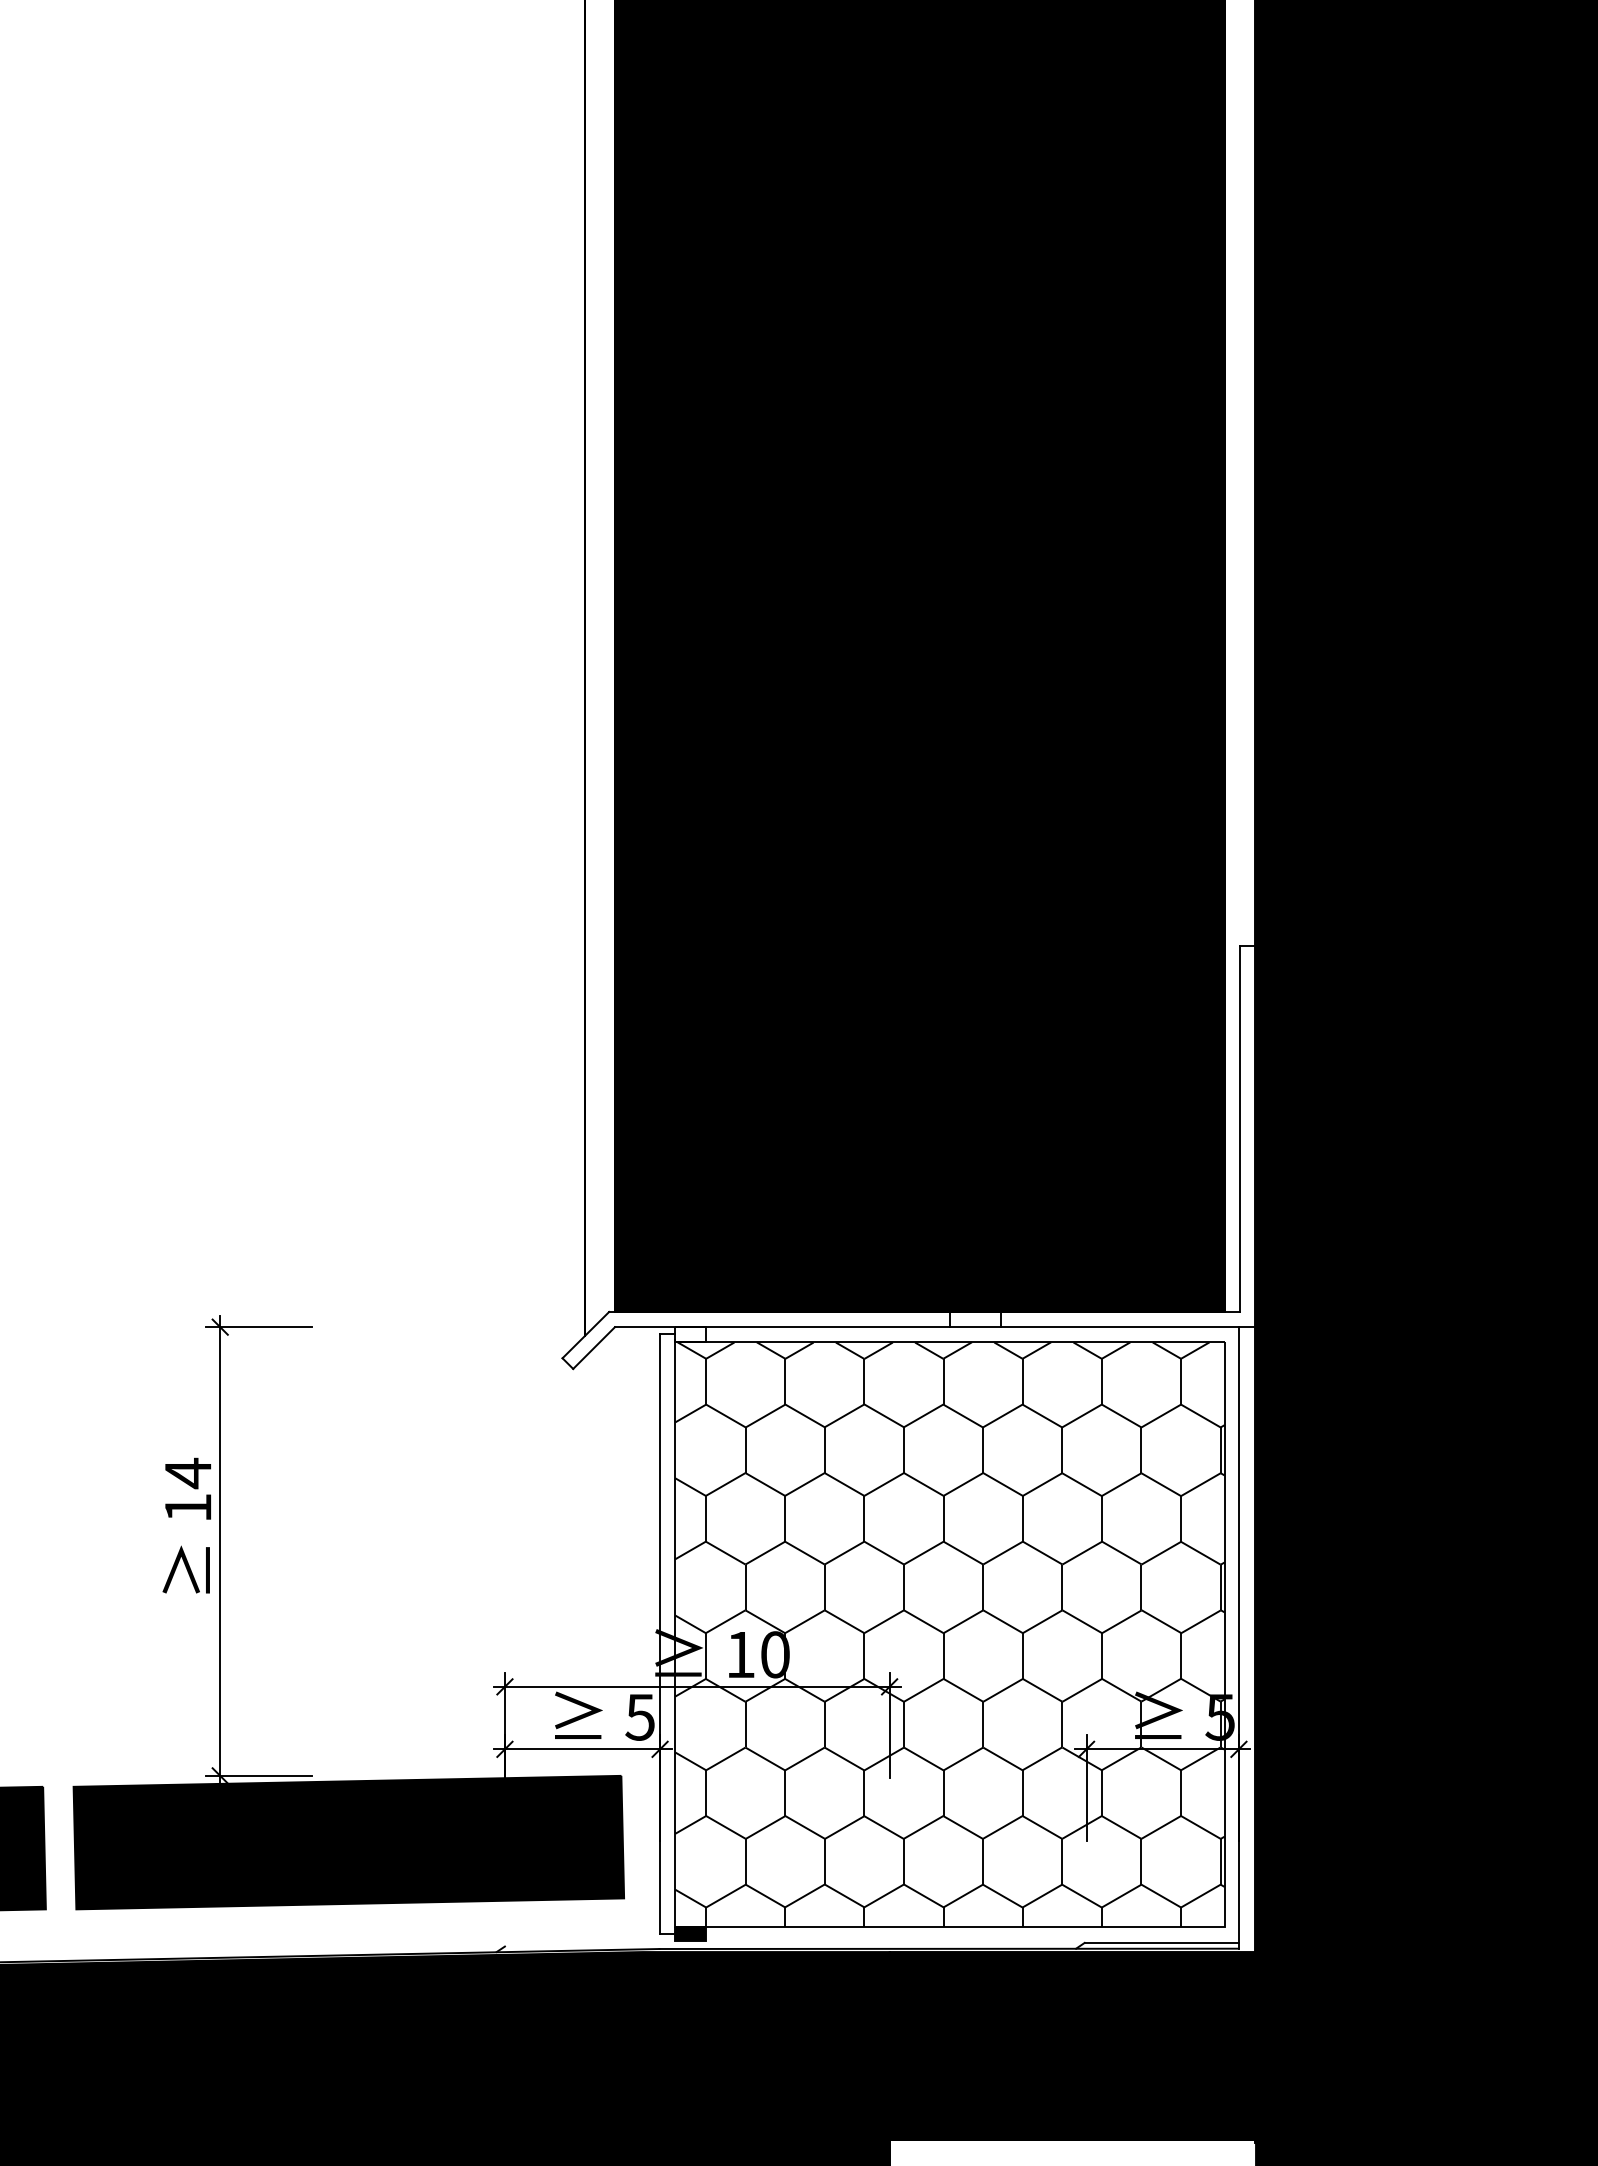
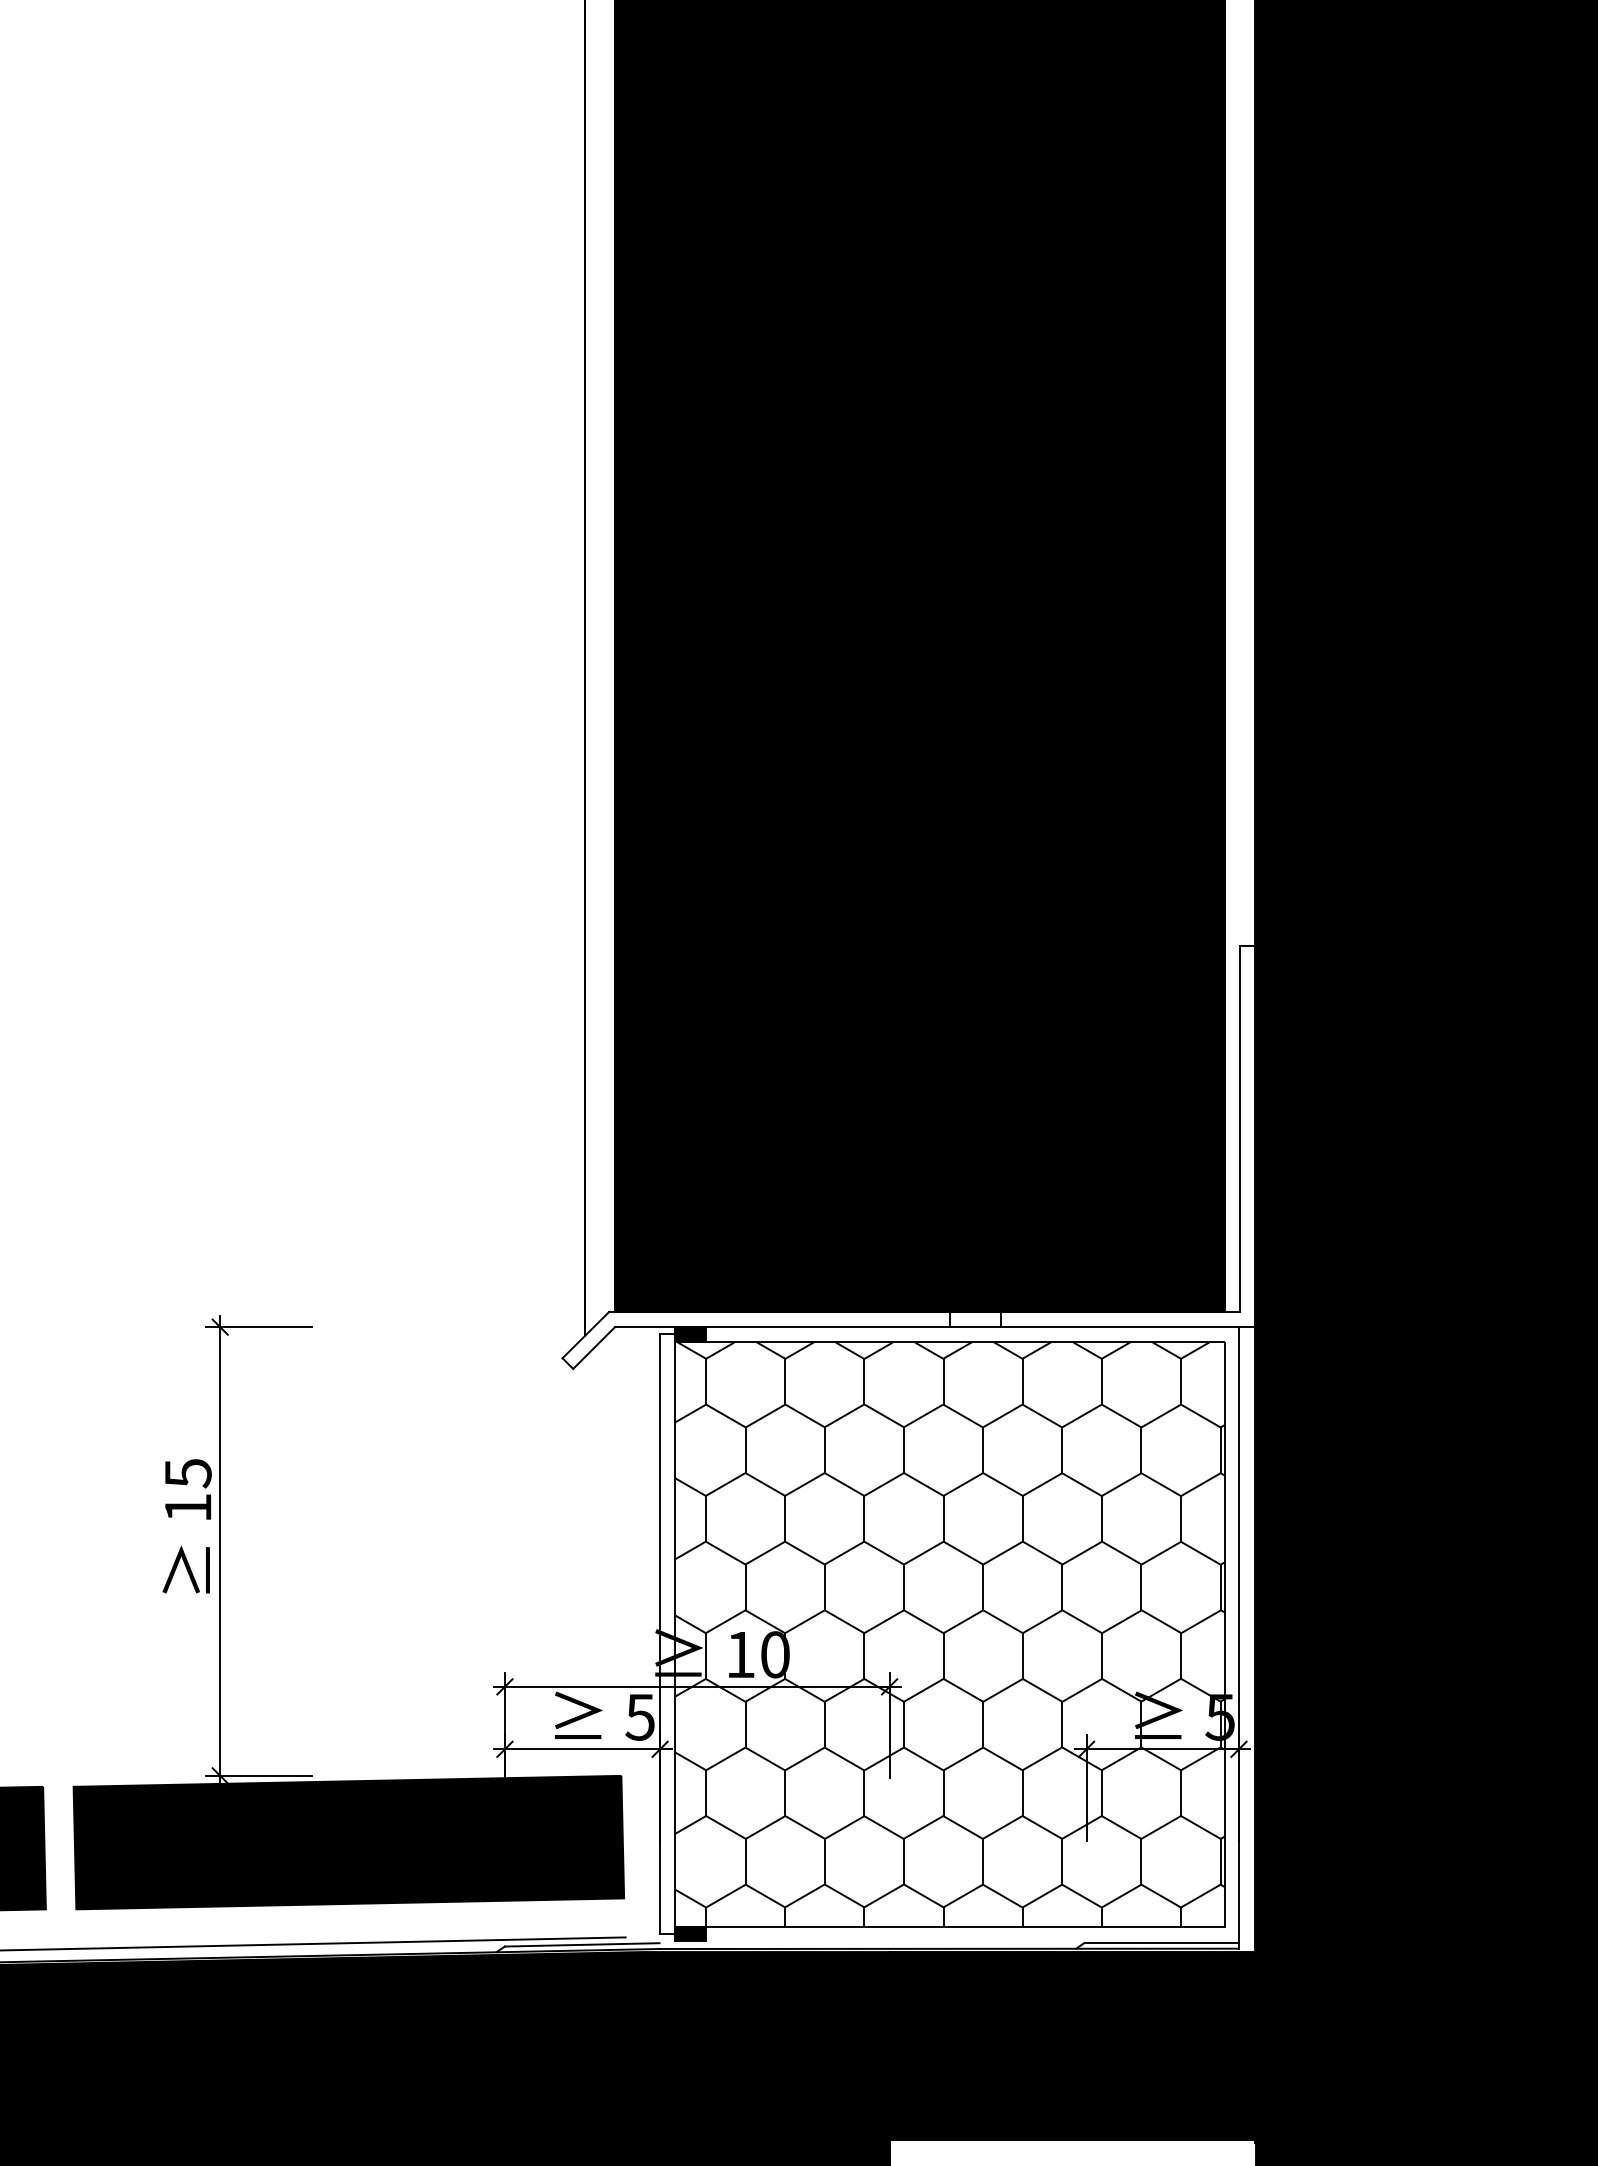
fill at (690, 1334): none -> present
text at (188, 1473): 14 -> 15
line at (313, 1943): none -> present
line at (581, 1944): none -> present
